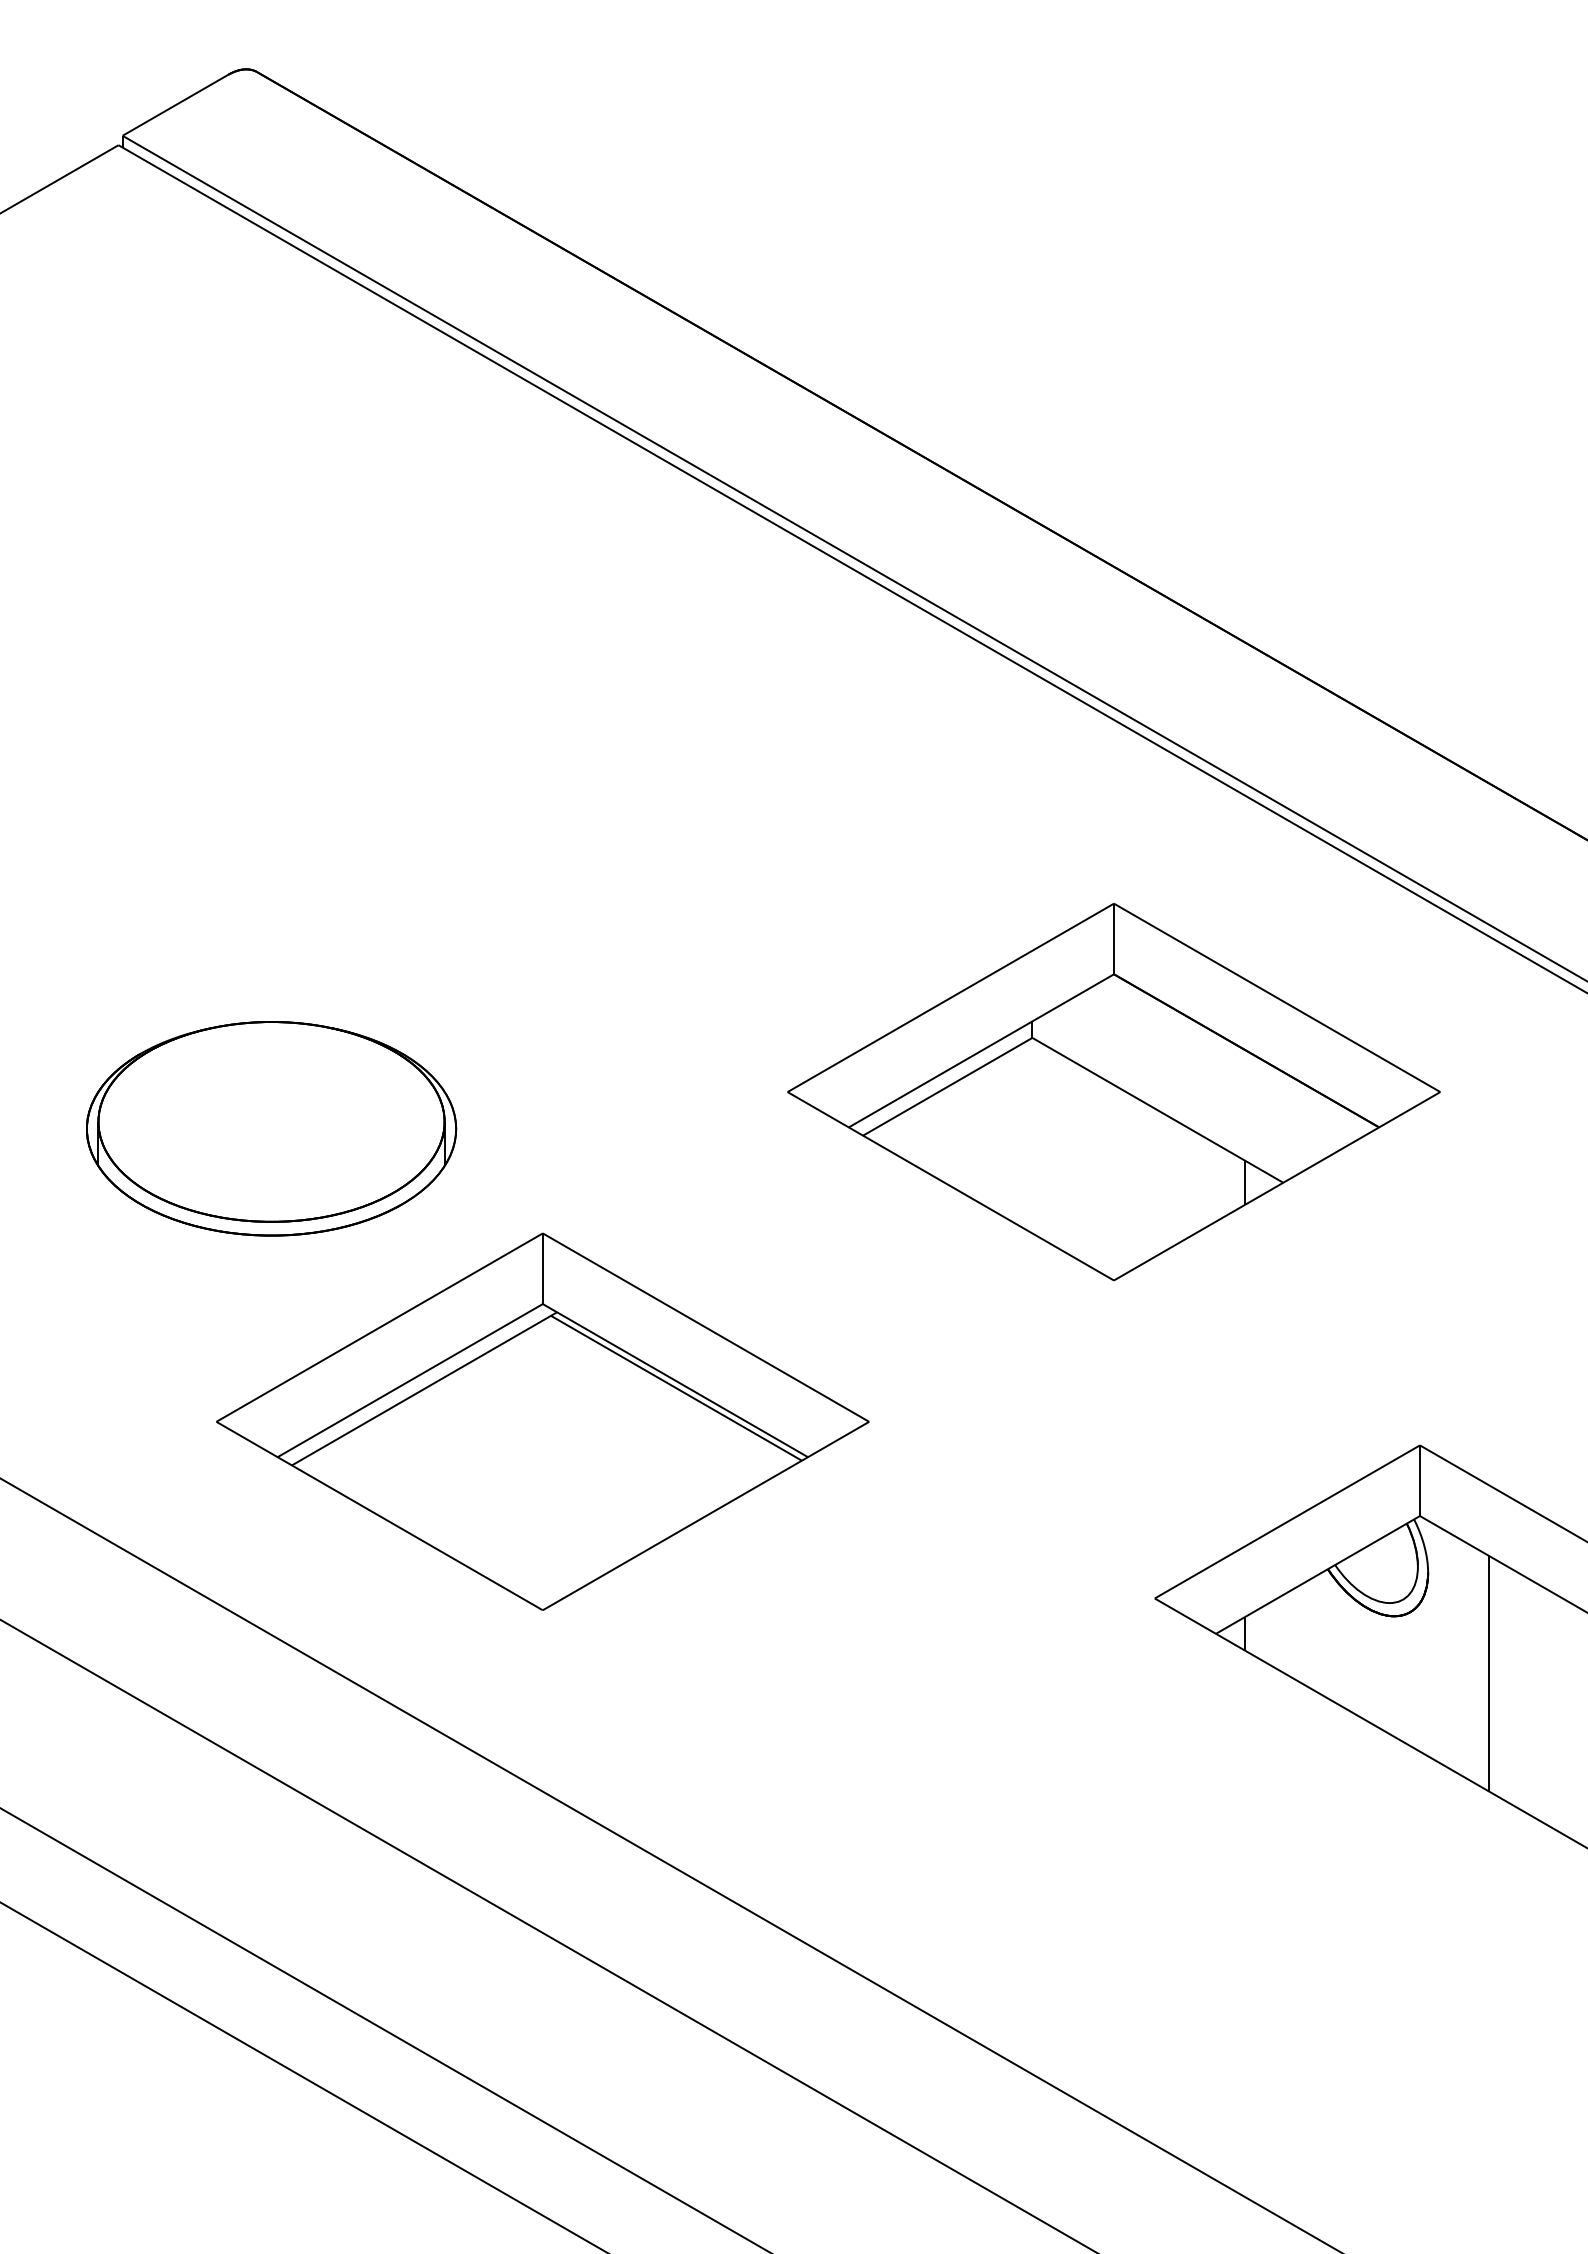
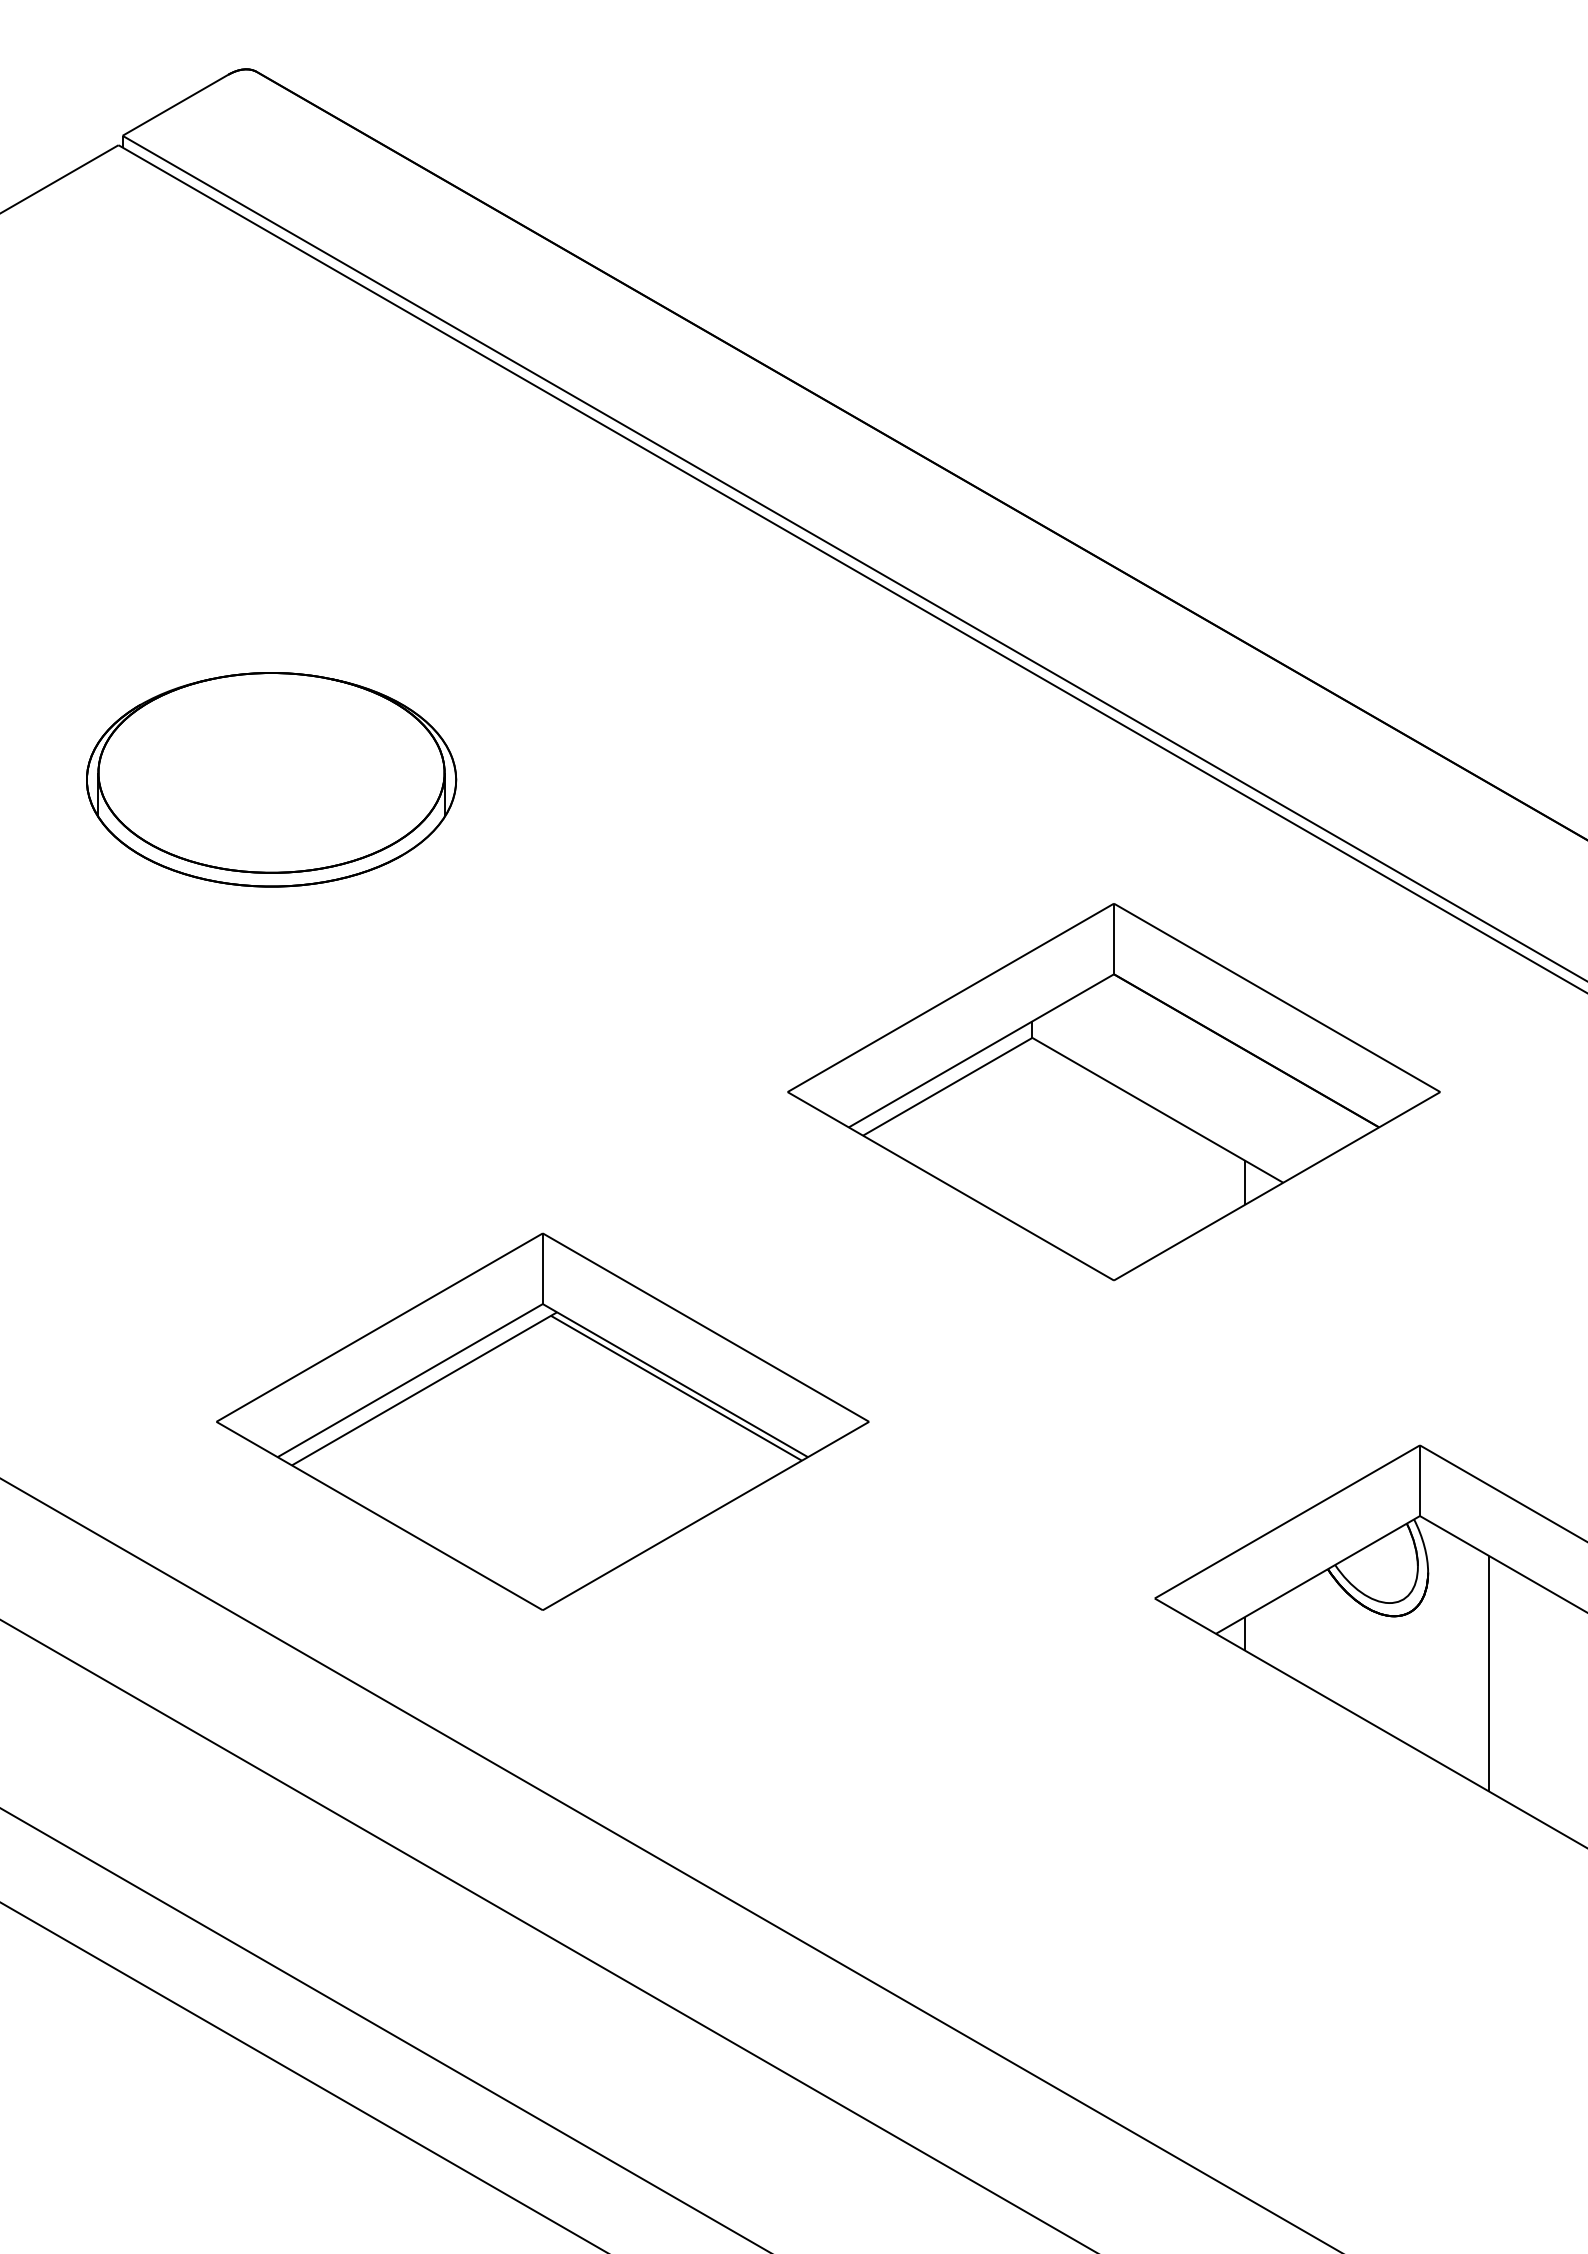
part at (271, 1128) position: (271, 1128) -> (271, 779)
